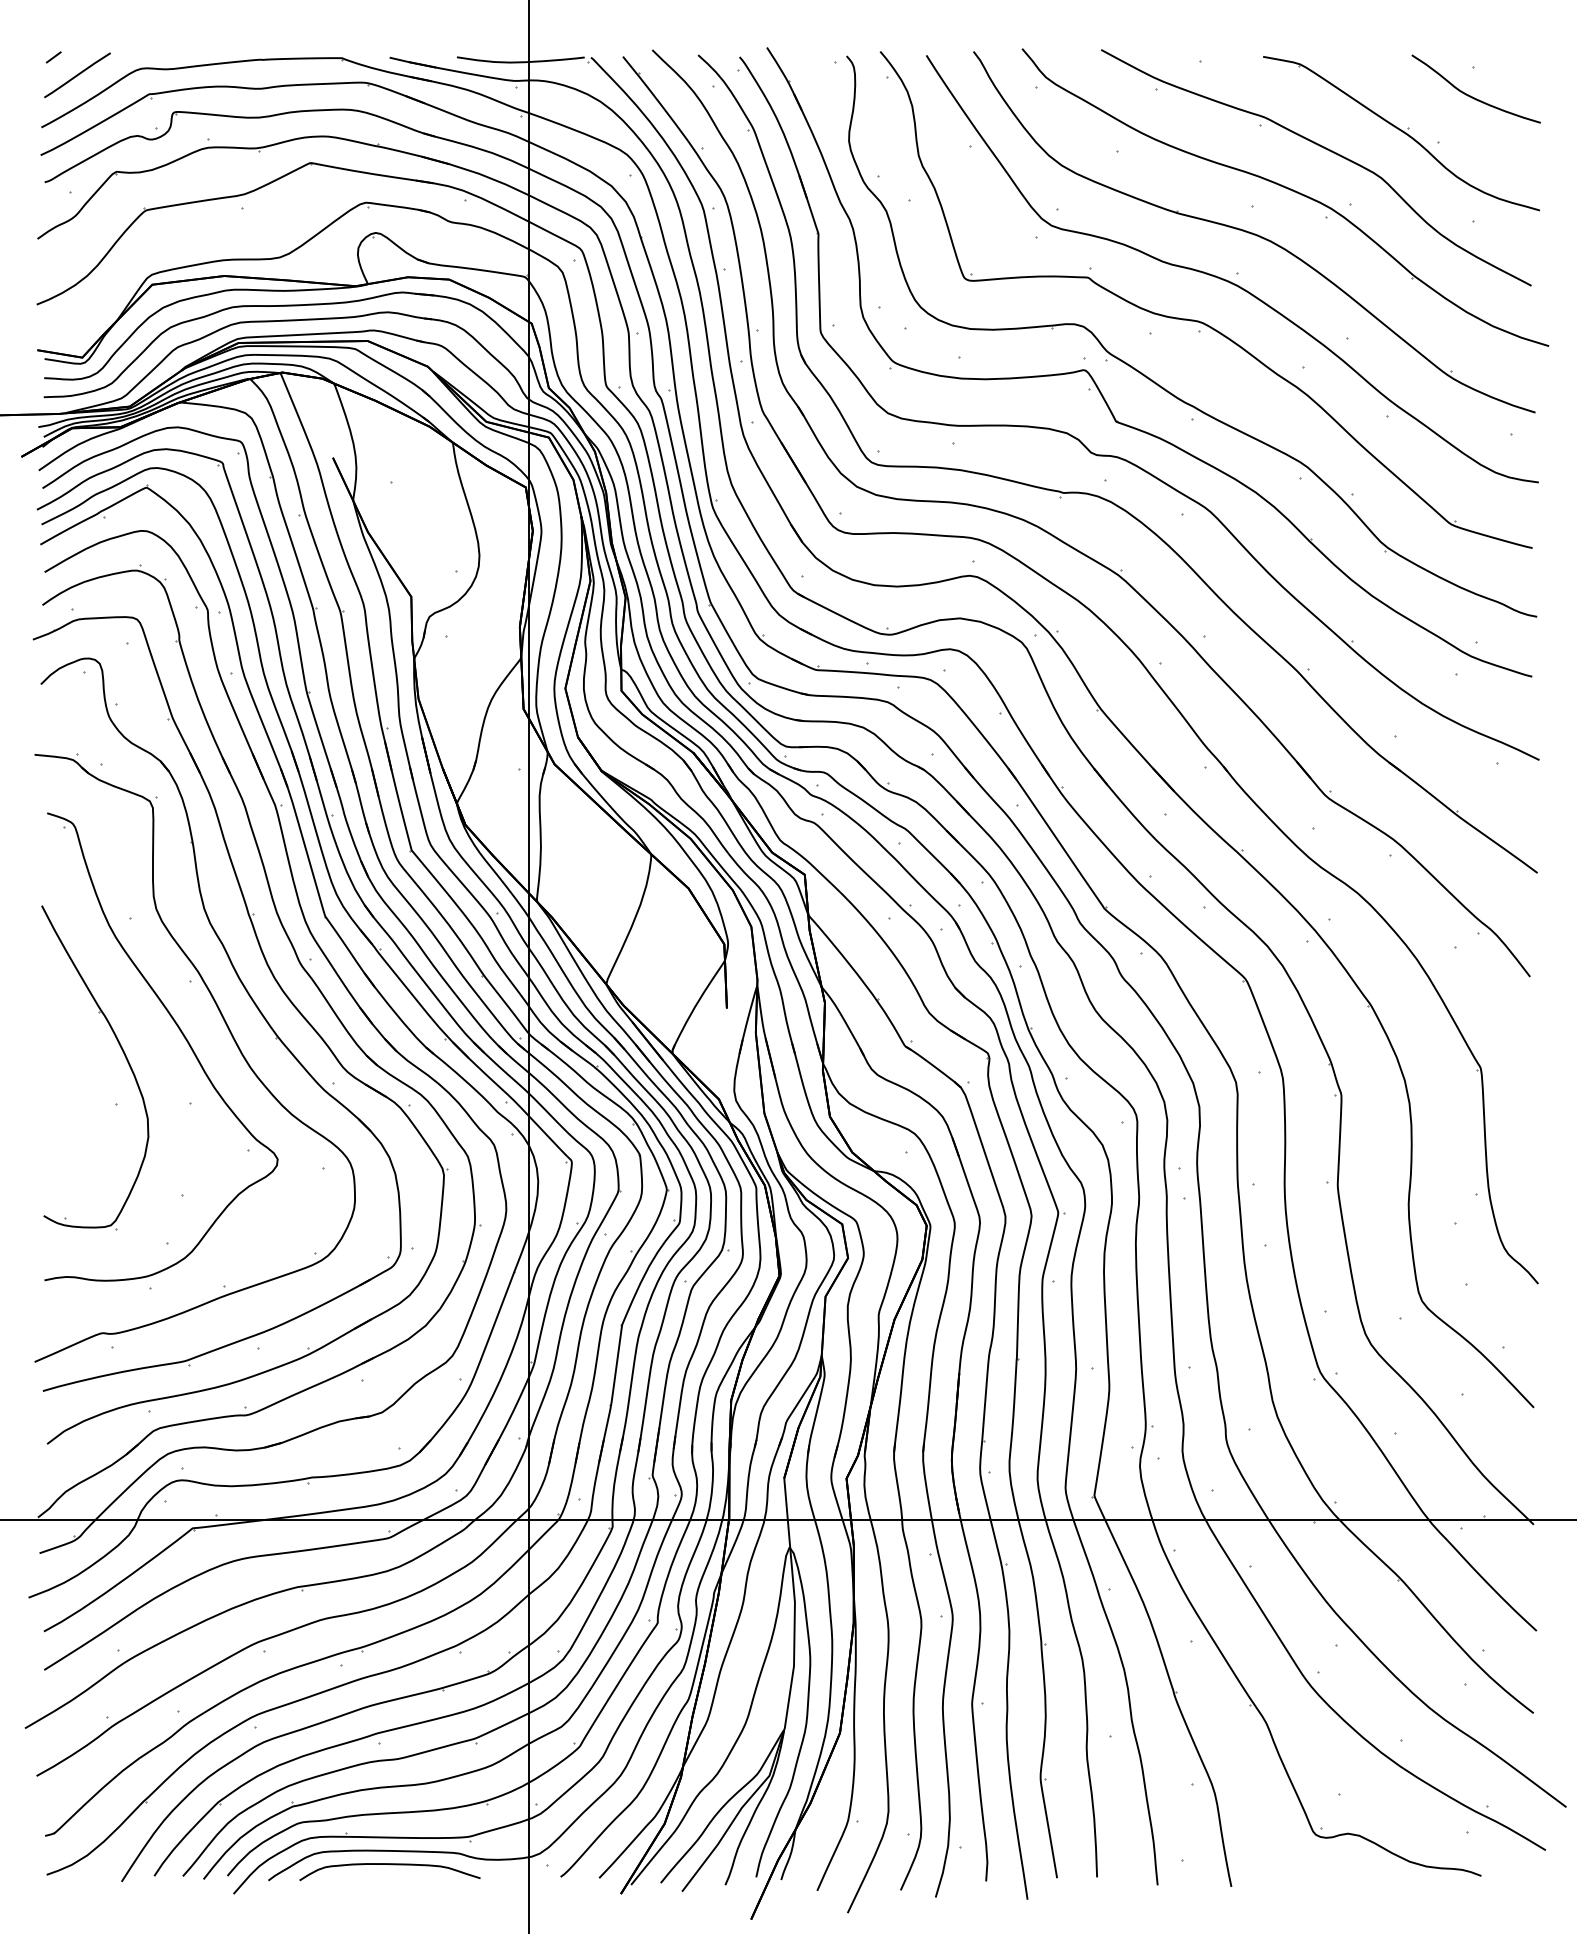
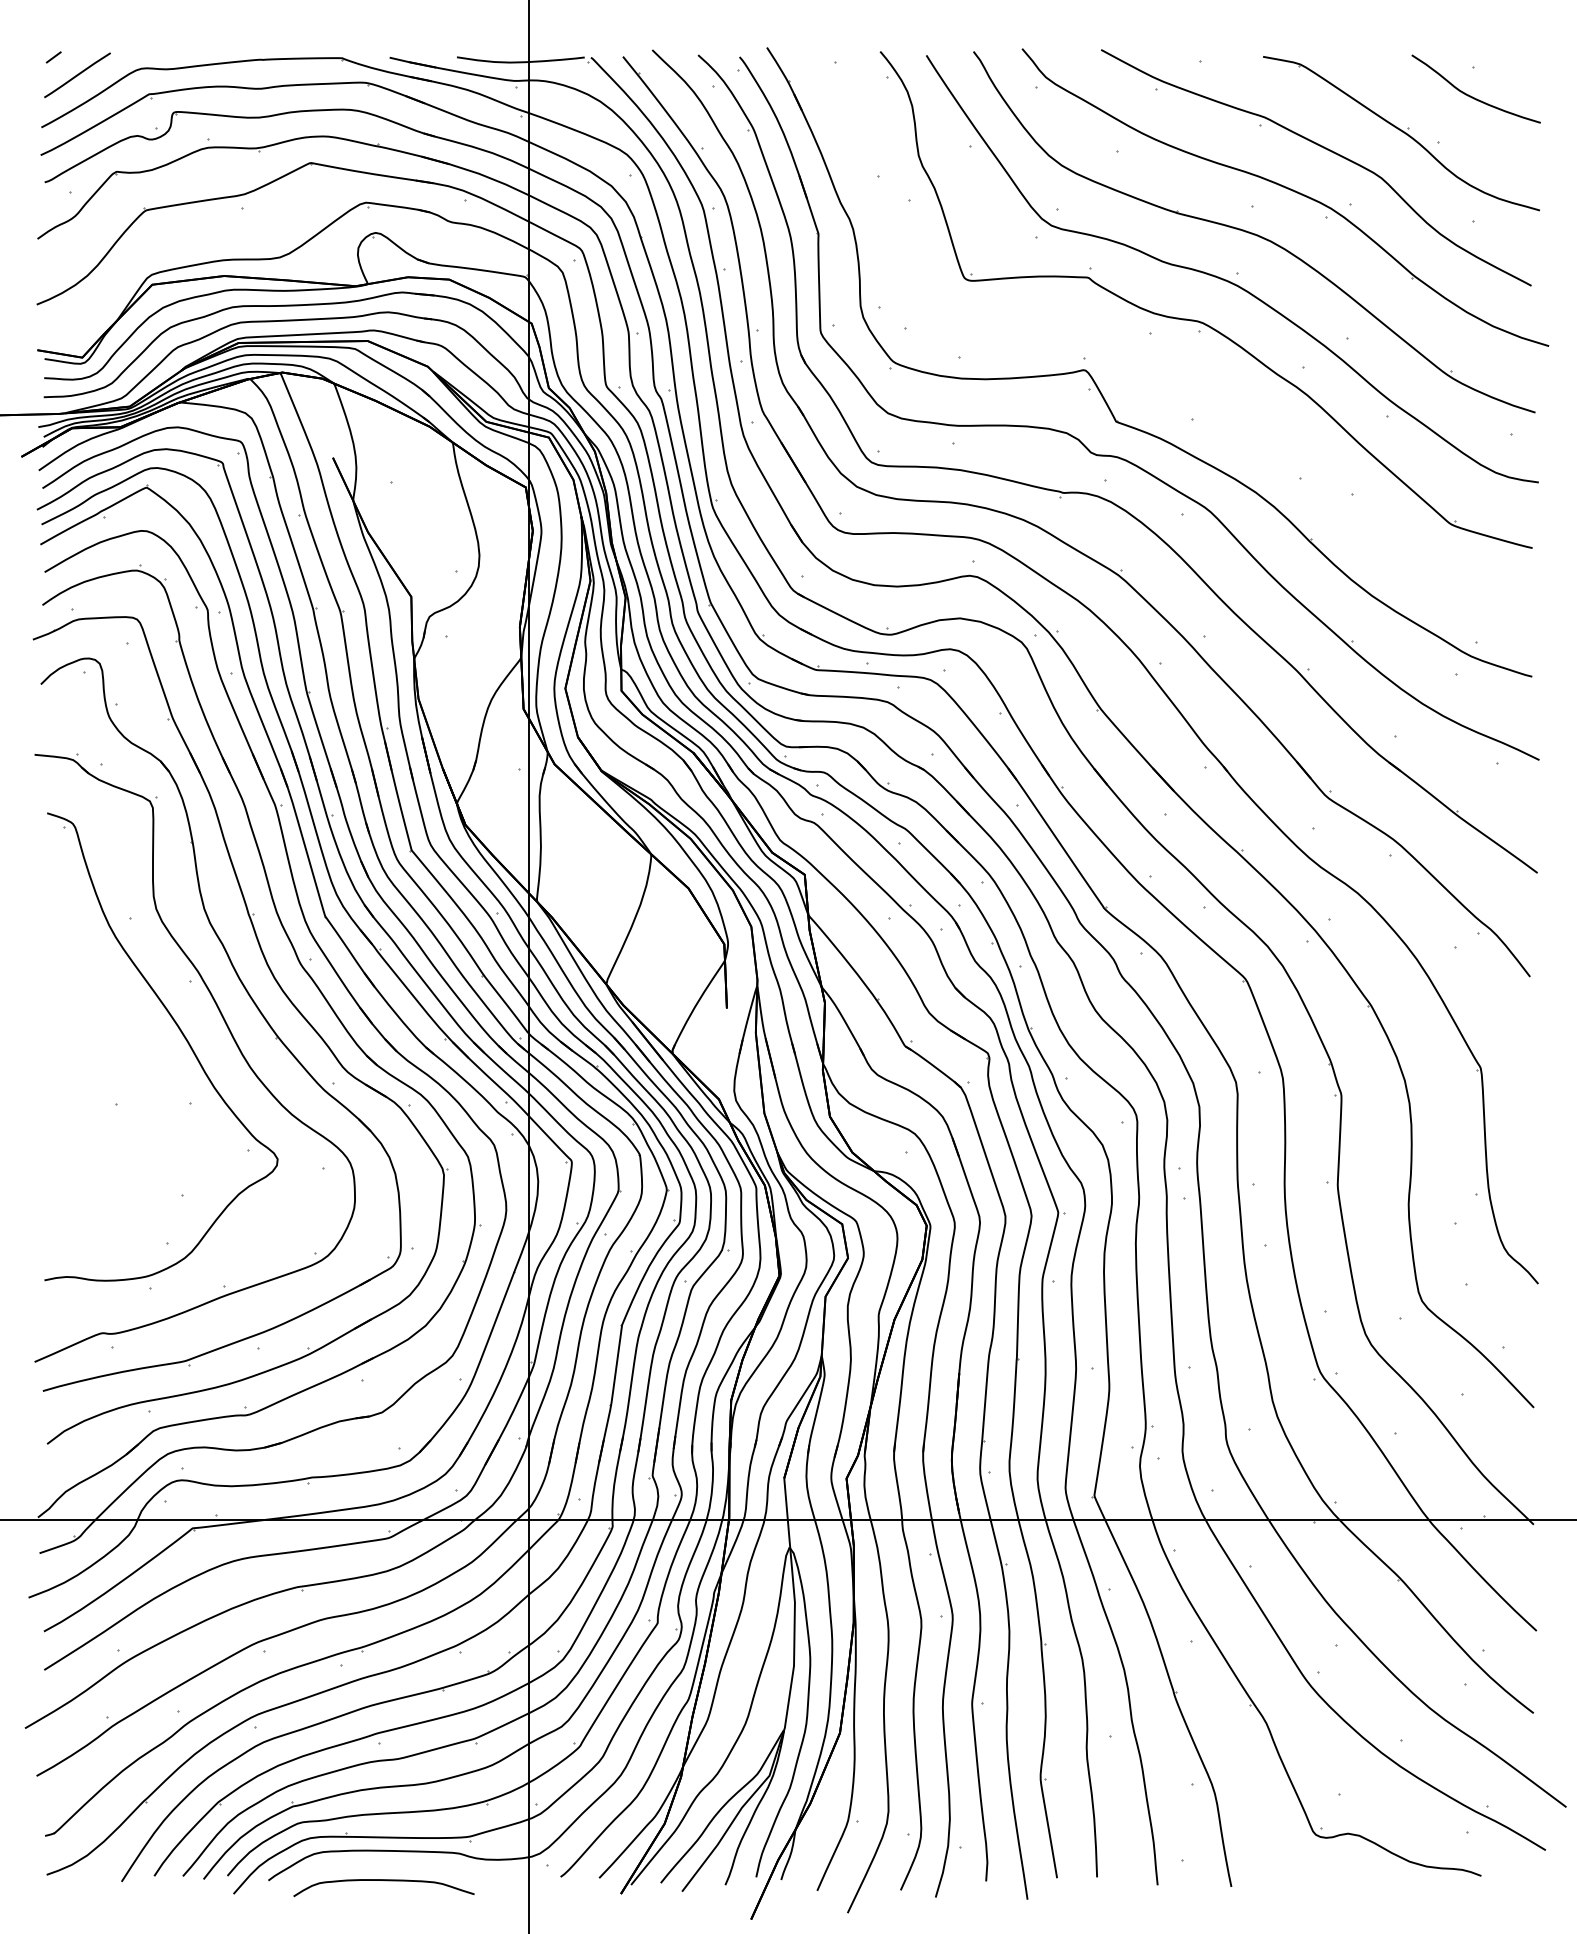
part at (1159, 384): present -> none
part at (123, 1054): present -> none
curve at (391, 1865) position: (391, 1865) -> (385, 1881)
